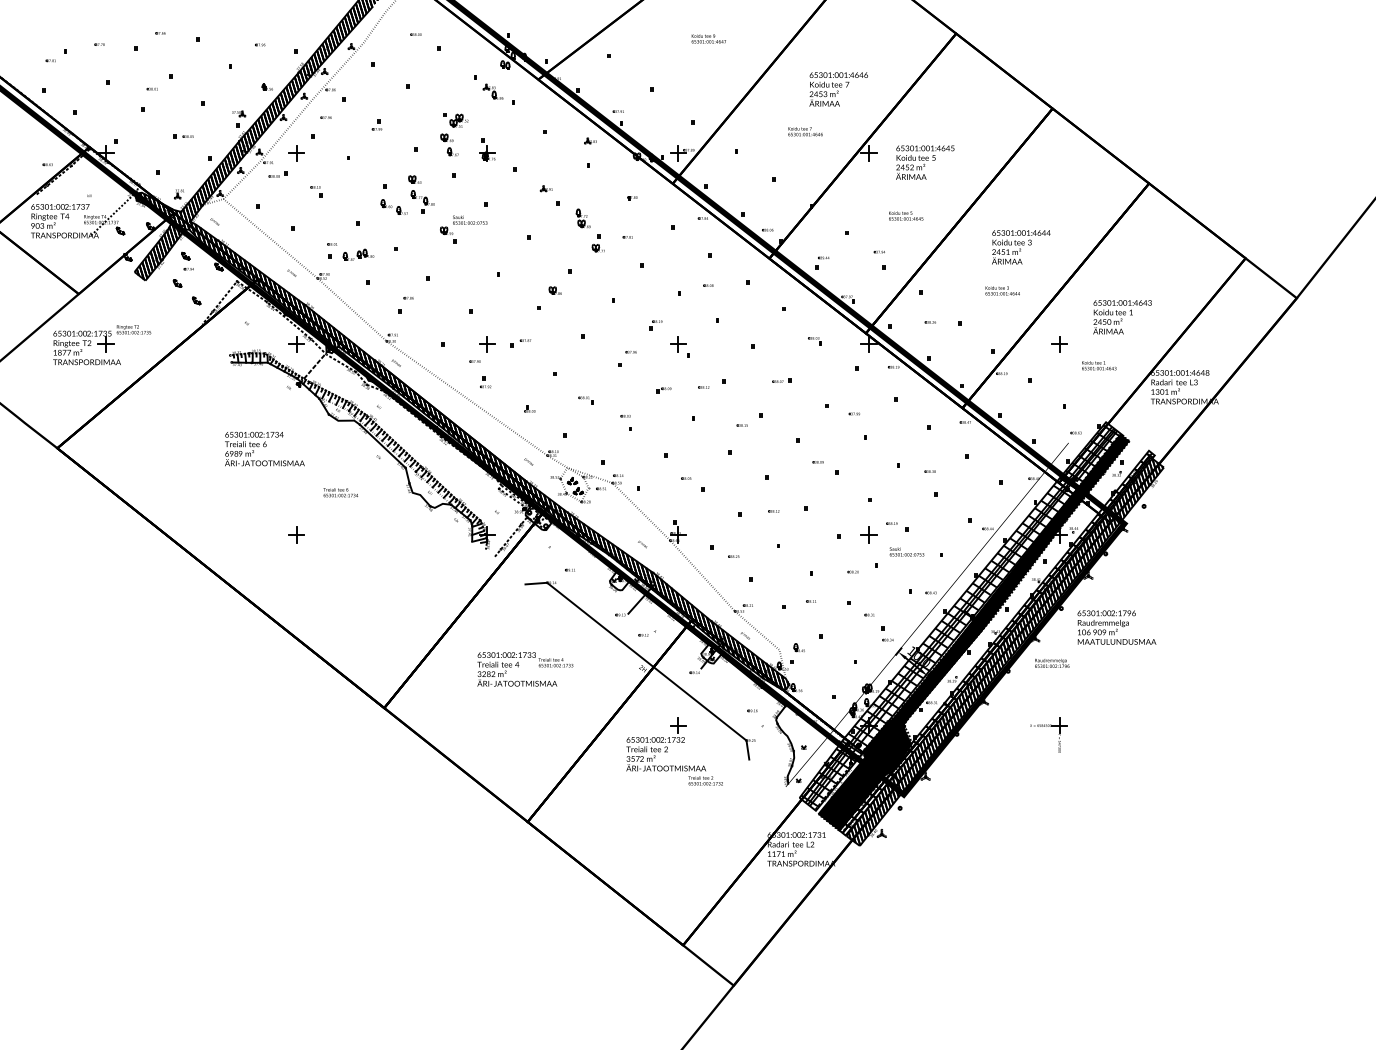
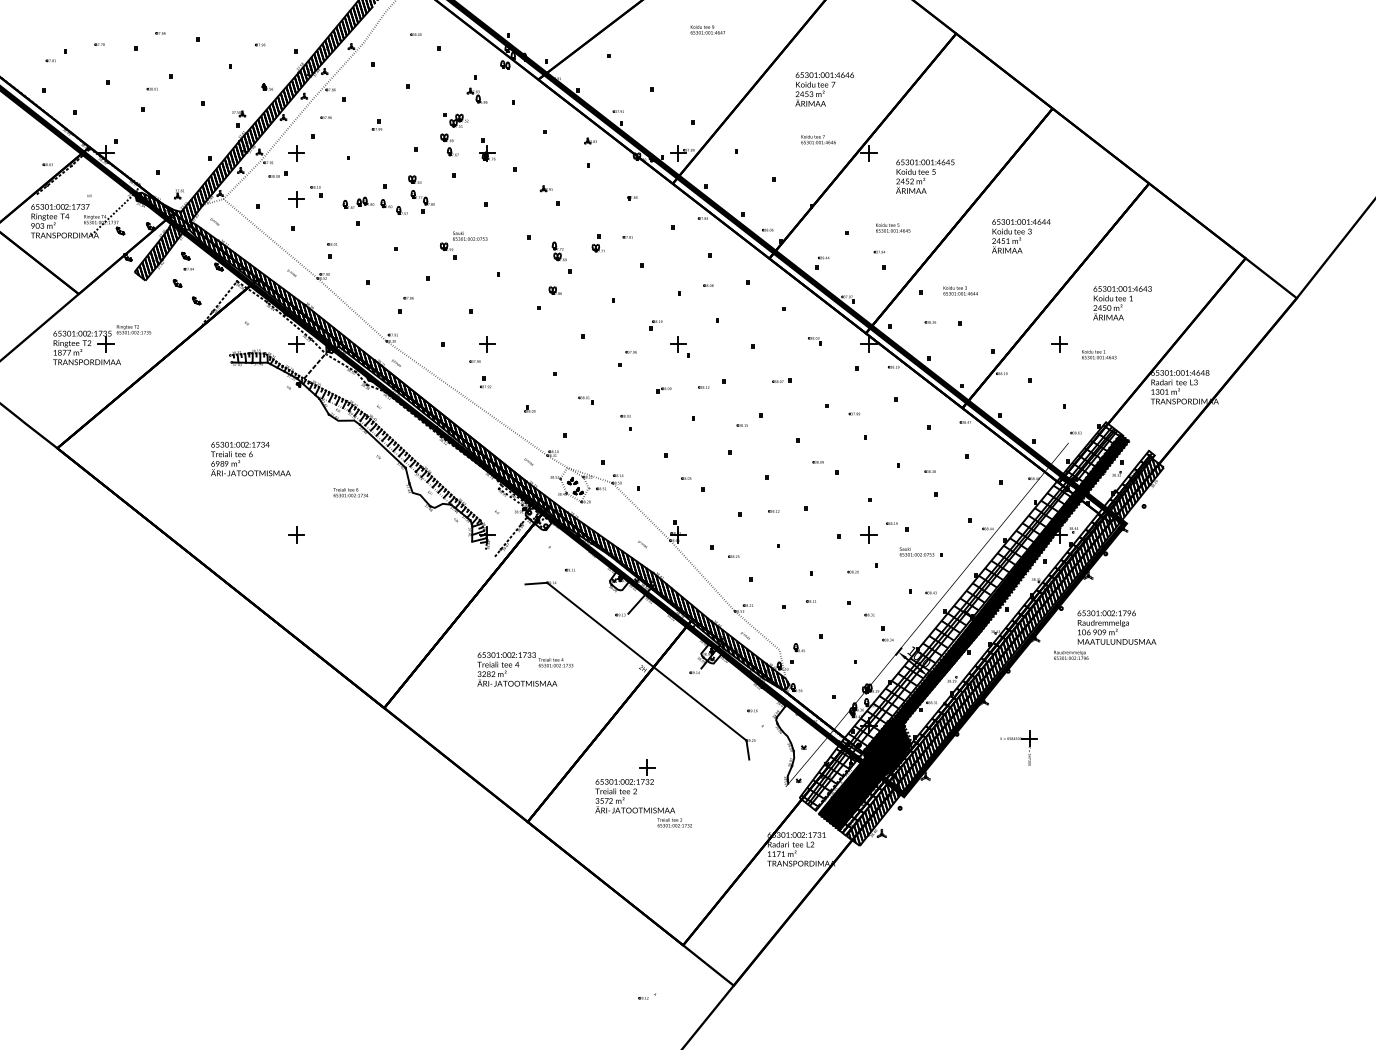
text at (708, 38) position: (708, 38) -> (707, 29)
text at (838, 89) position: (838, 89) -> (824, 89)
part at (492, 91) position: (492, 91) -> (476, 95)
text at (805, 131) position: (805, 131) -> (818, 139)
part at (183, 136): present -> none
text at (925, 162) position: (925, 162) -> (925, 176)
part at (296, 199): none -> present
text at (906, 215) position: (906, 215) -> (893, 227)
part at (582, 218) position: (582, 218) -> (558, 251)
part at (463, 229) position: (463, 229) -> (463, 245)
text at (1021, 247) position: (1021, 247) -> (1021, 236)
part at (358, 254) position: (358, 254) -> (358, 202)
text at (1002, 290) position: (1002, 290) -> (960, 290)
text at (1122, 317) position: (1122, 317) -> (1122, 303)
part at (520, 343): present -> none
text at (1099, 365) position: (1099, 365) -> (1099, 354)
text at (264, 448) position: (264, 448) -> (250, 458)
text at (340, 492) position: (340, 492) -> (350, 492)
text at (906, 551) position: (906, 551) -> (916, 551)
part at (647, 633) position: (647, 633) -> (647, 996)
text at (1052, 662) position: (1052, 662) -> (1071, 654)
part at (1048, 726) position: (1048, 726) -> (1018, 739)
part at (667, 751) position: (667, 751) -> (636, 793)
